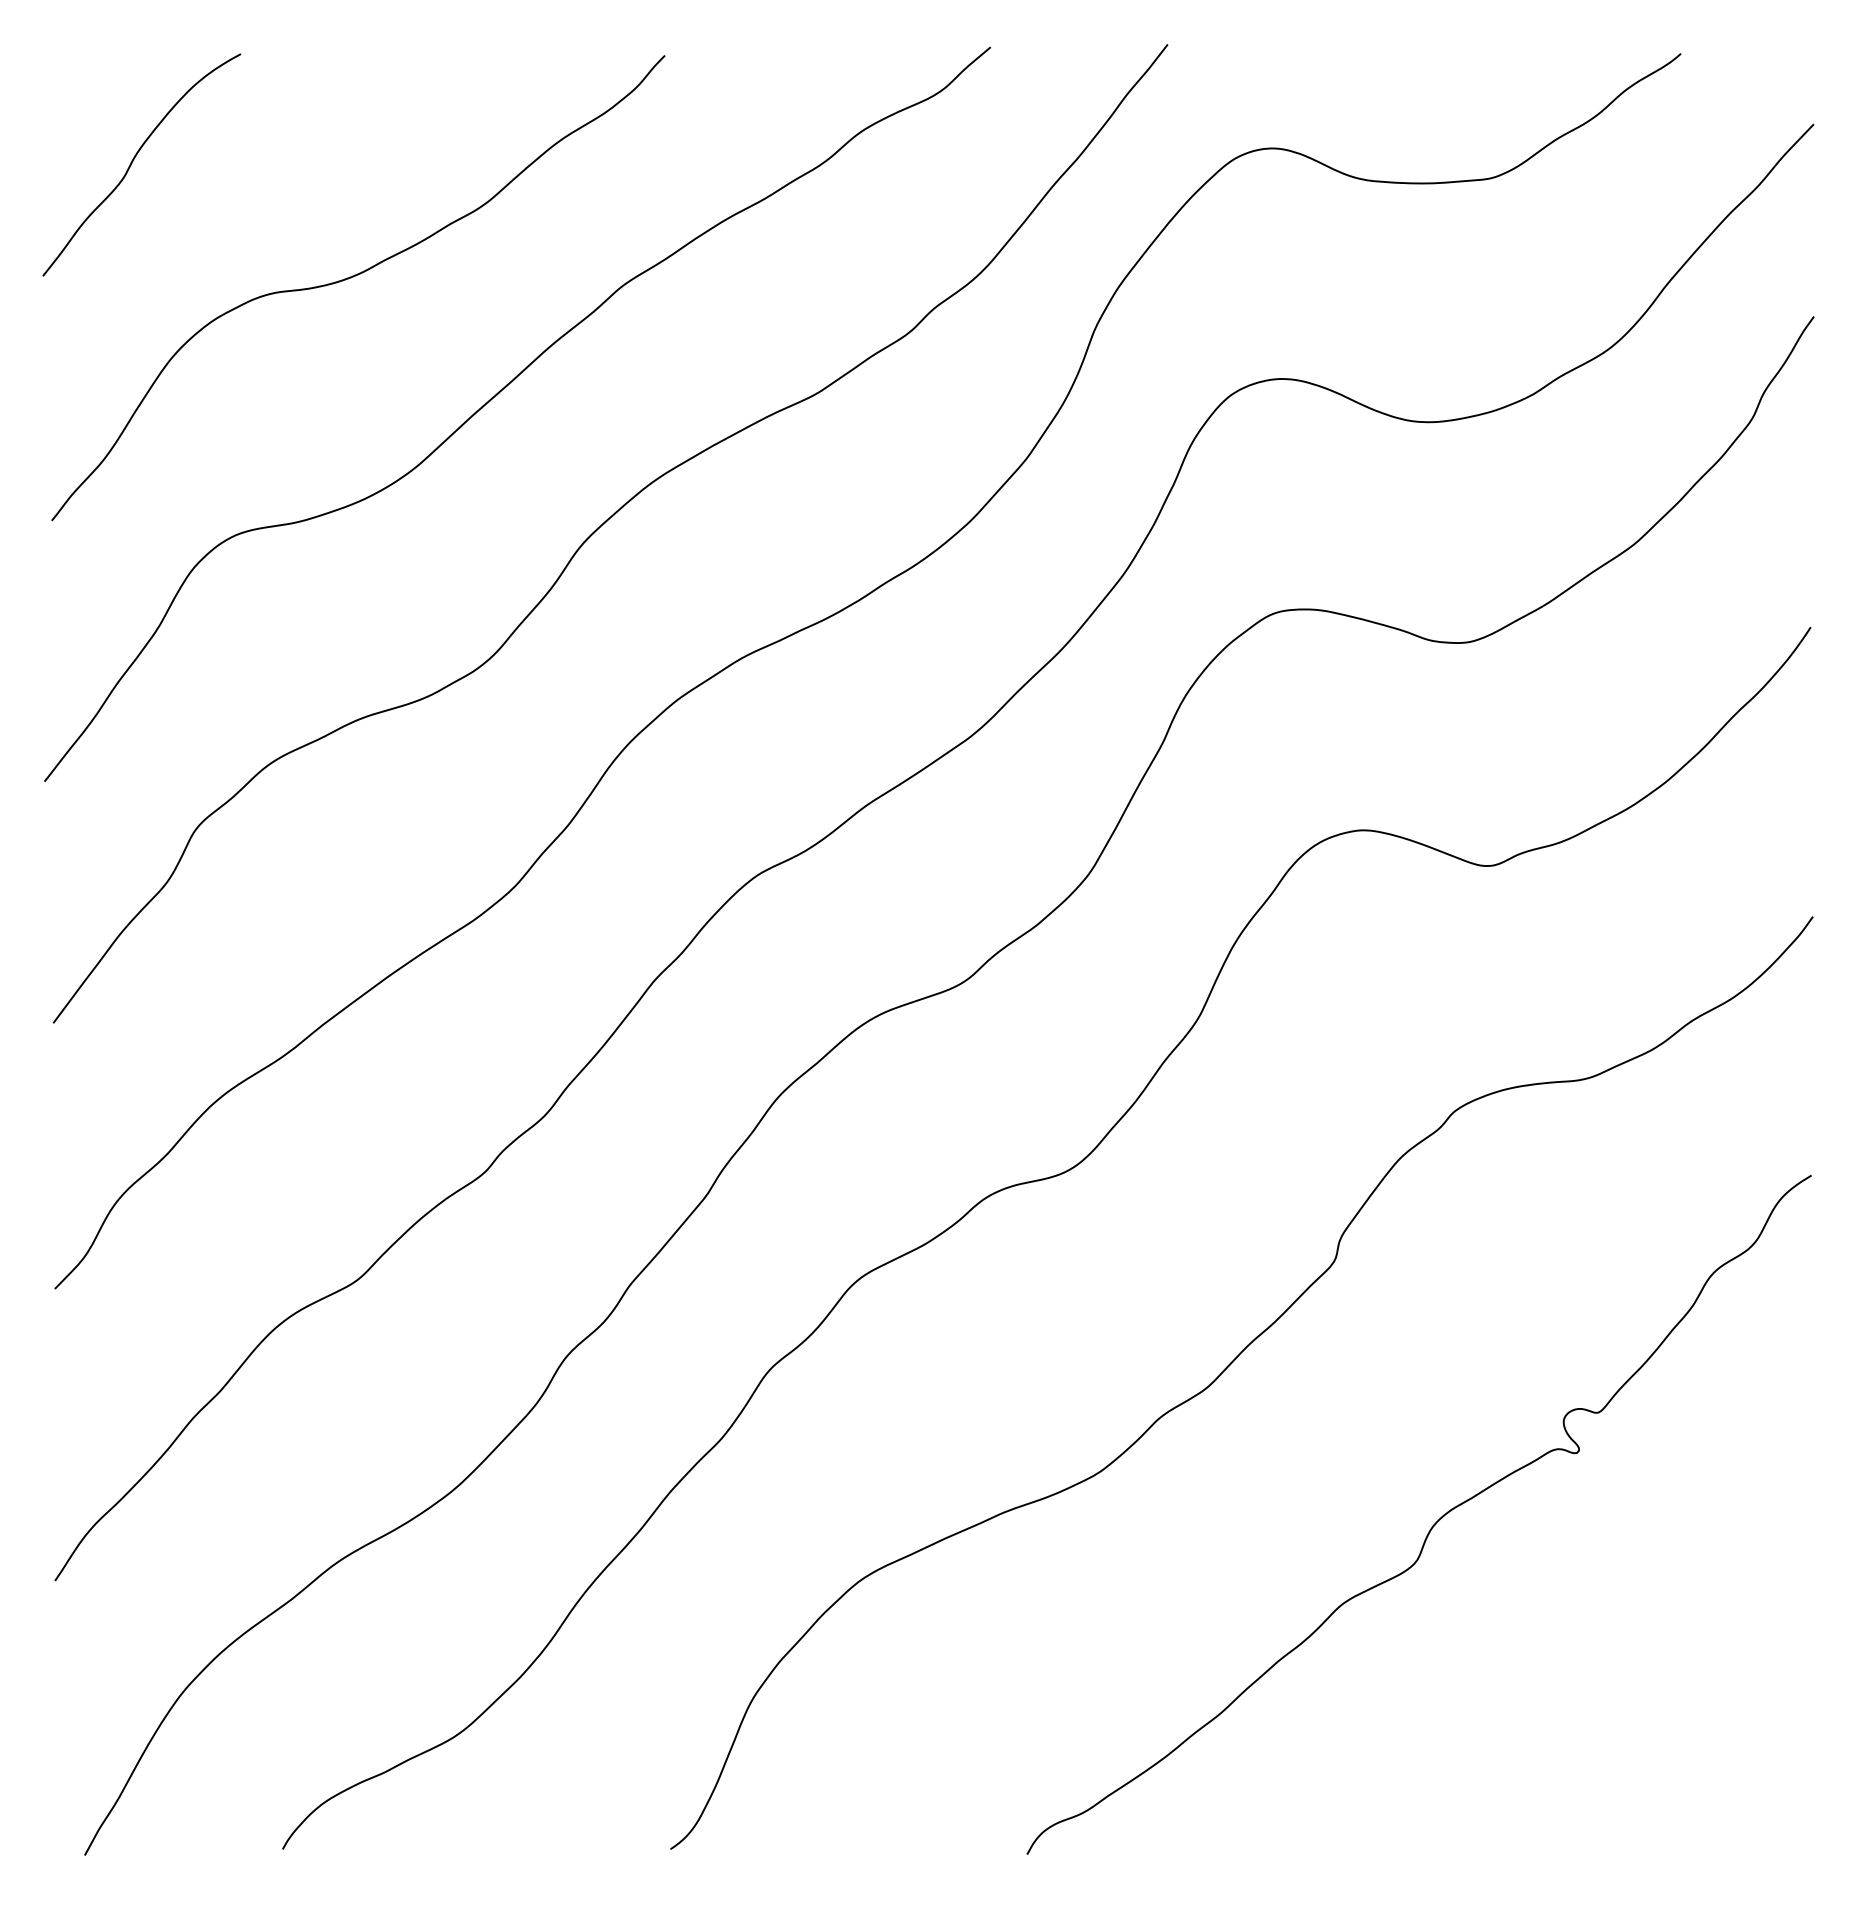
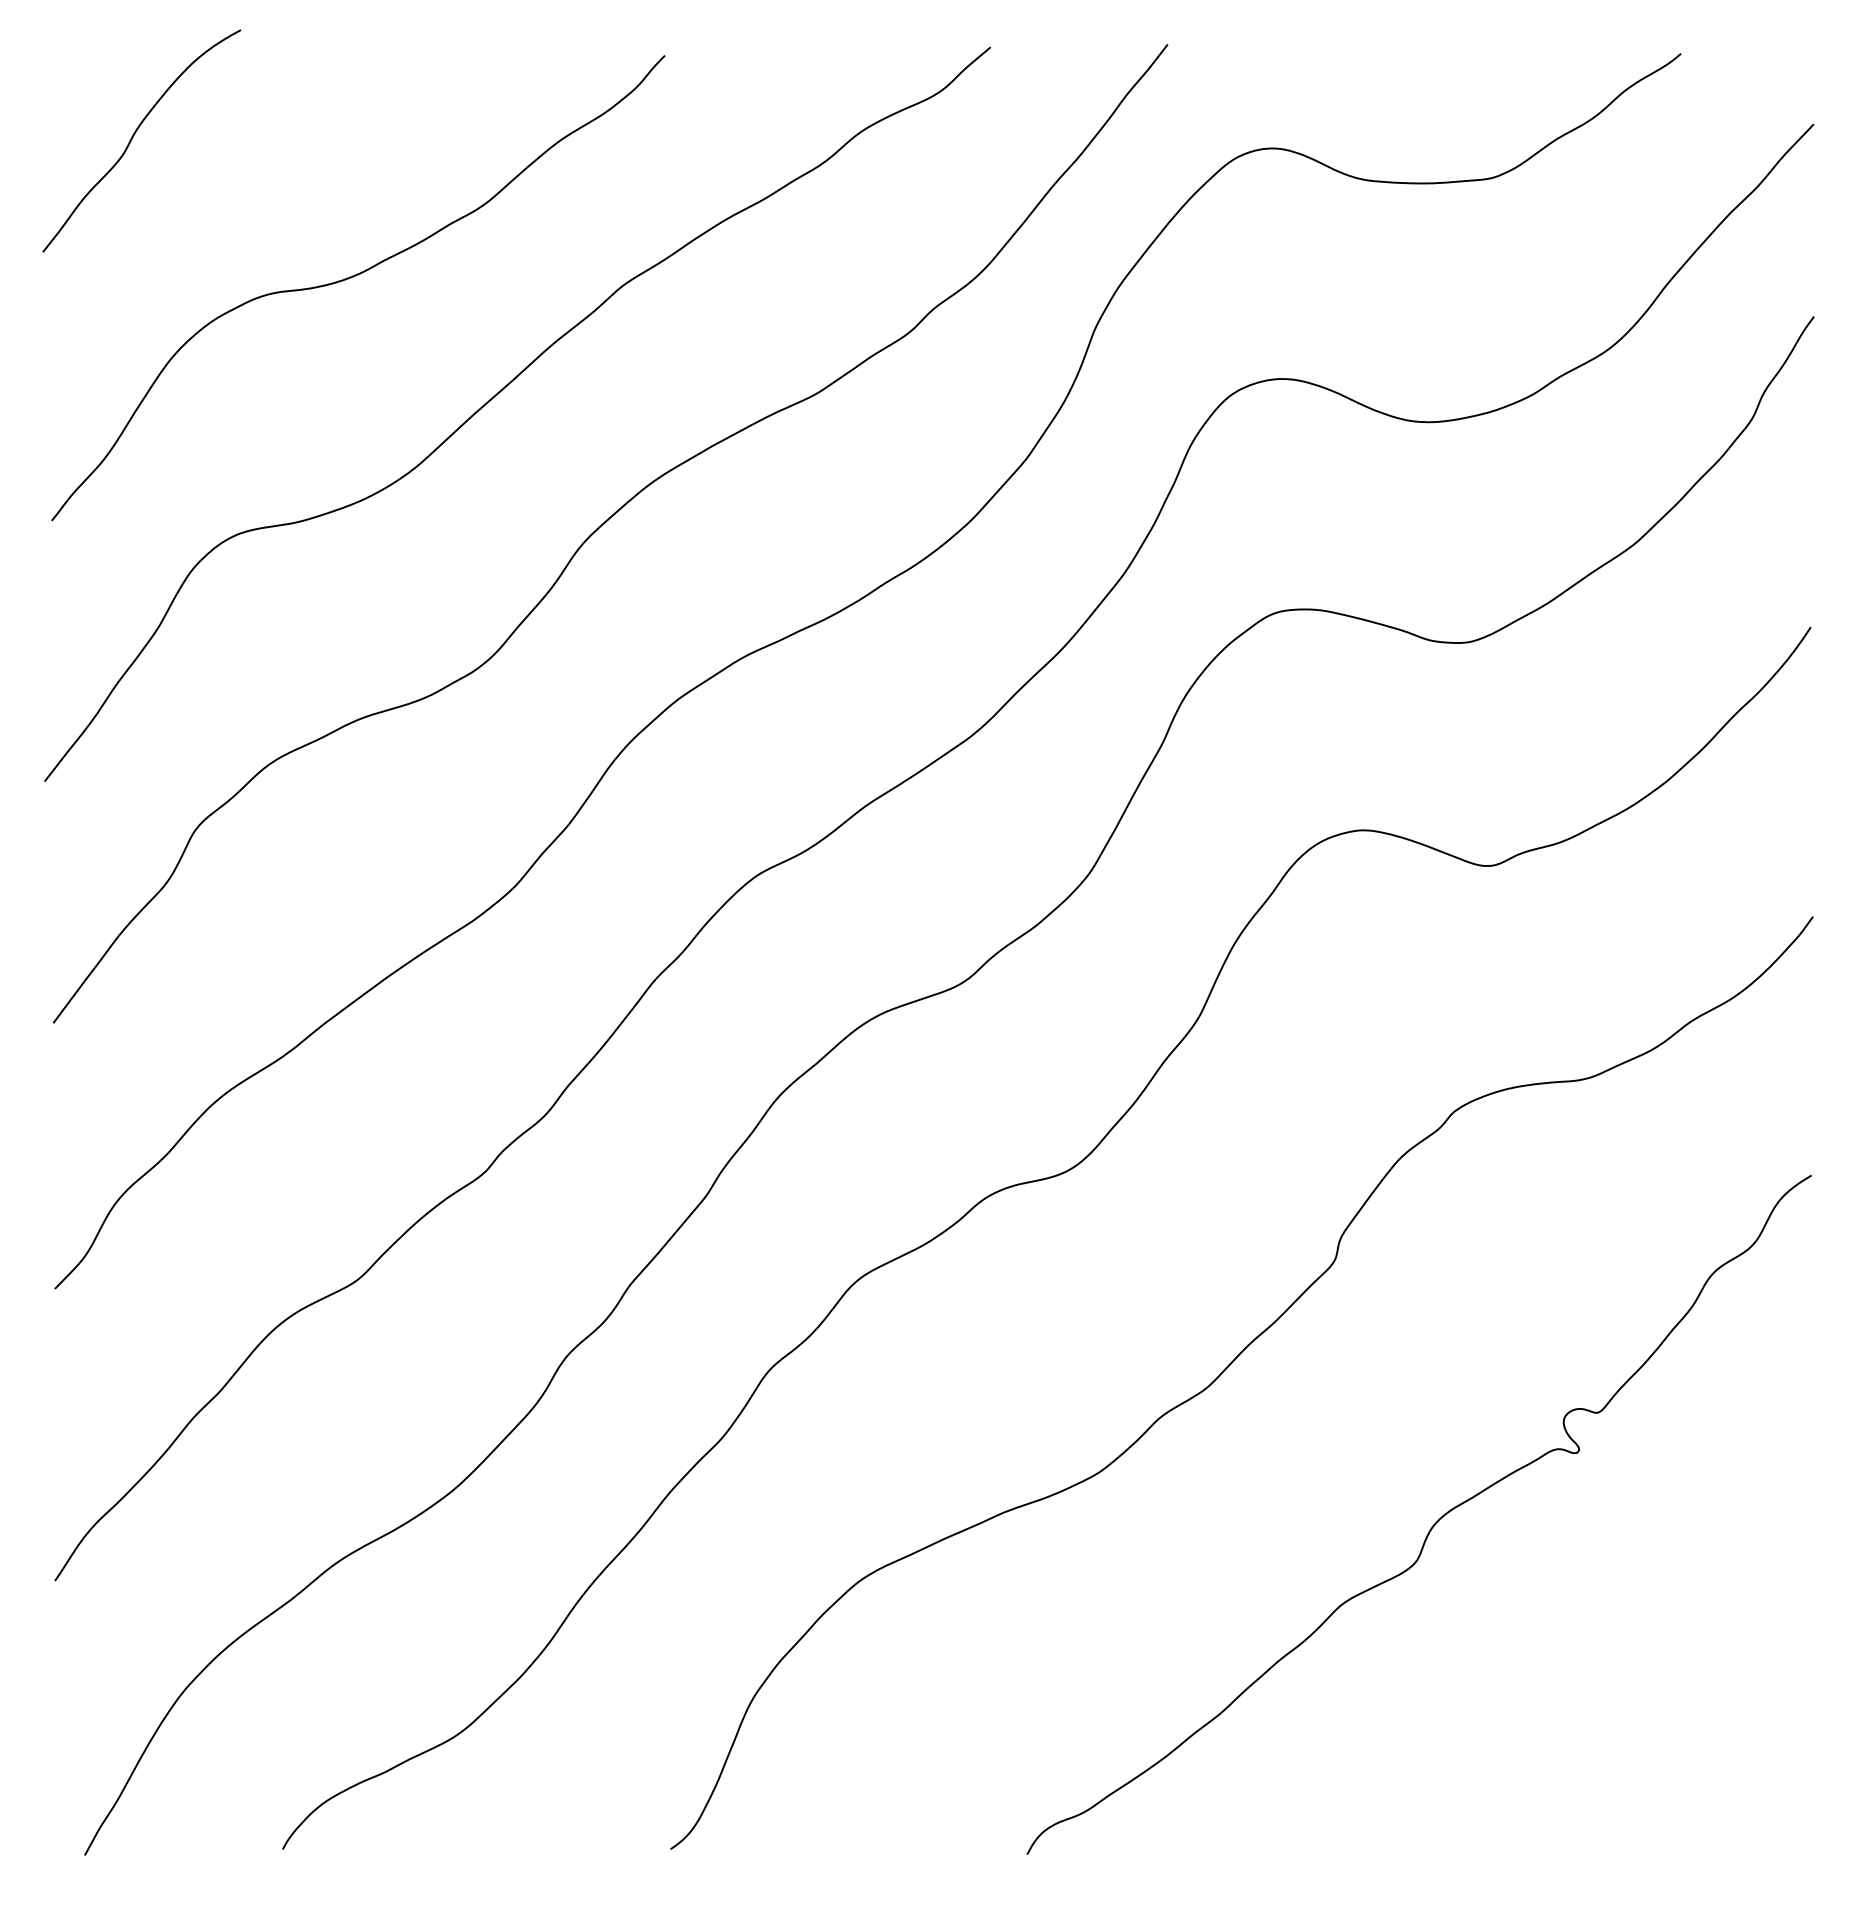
curve at (133, 161) position: (133, 161) -> (133, 137)
